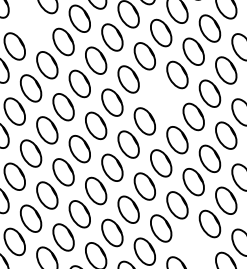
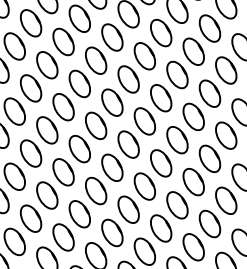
part at (30, 23): none -> present
part at (161, 98): none -> present
part at (193, 247): none -> present
